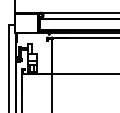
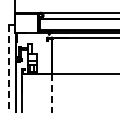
line at (9, 69): solid -> dashed
line at (51, 93): solid -> dashed
